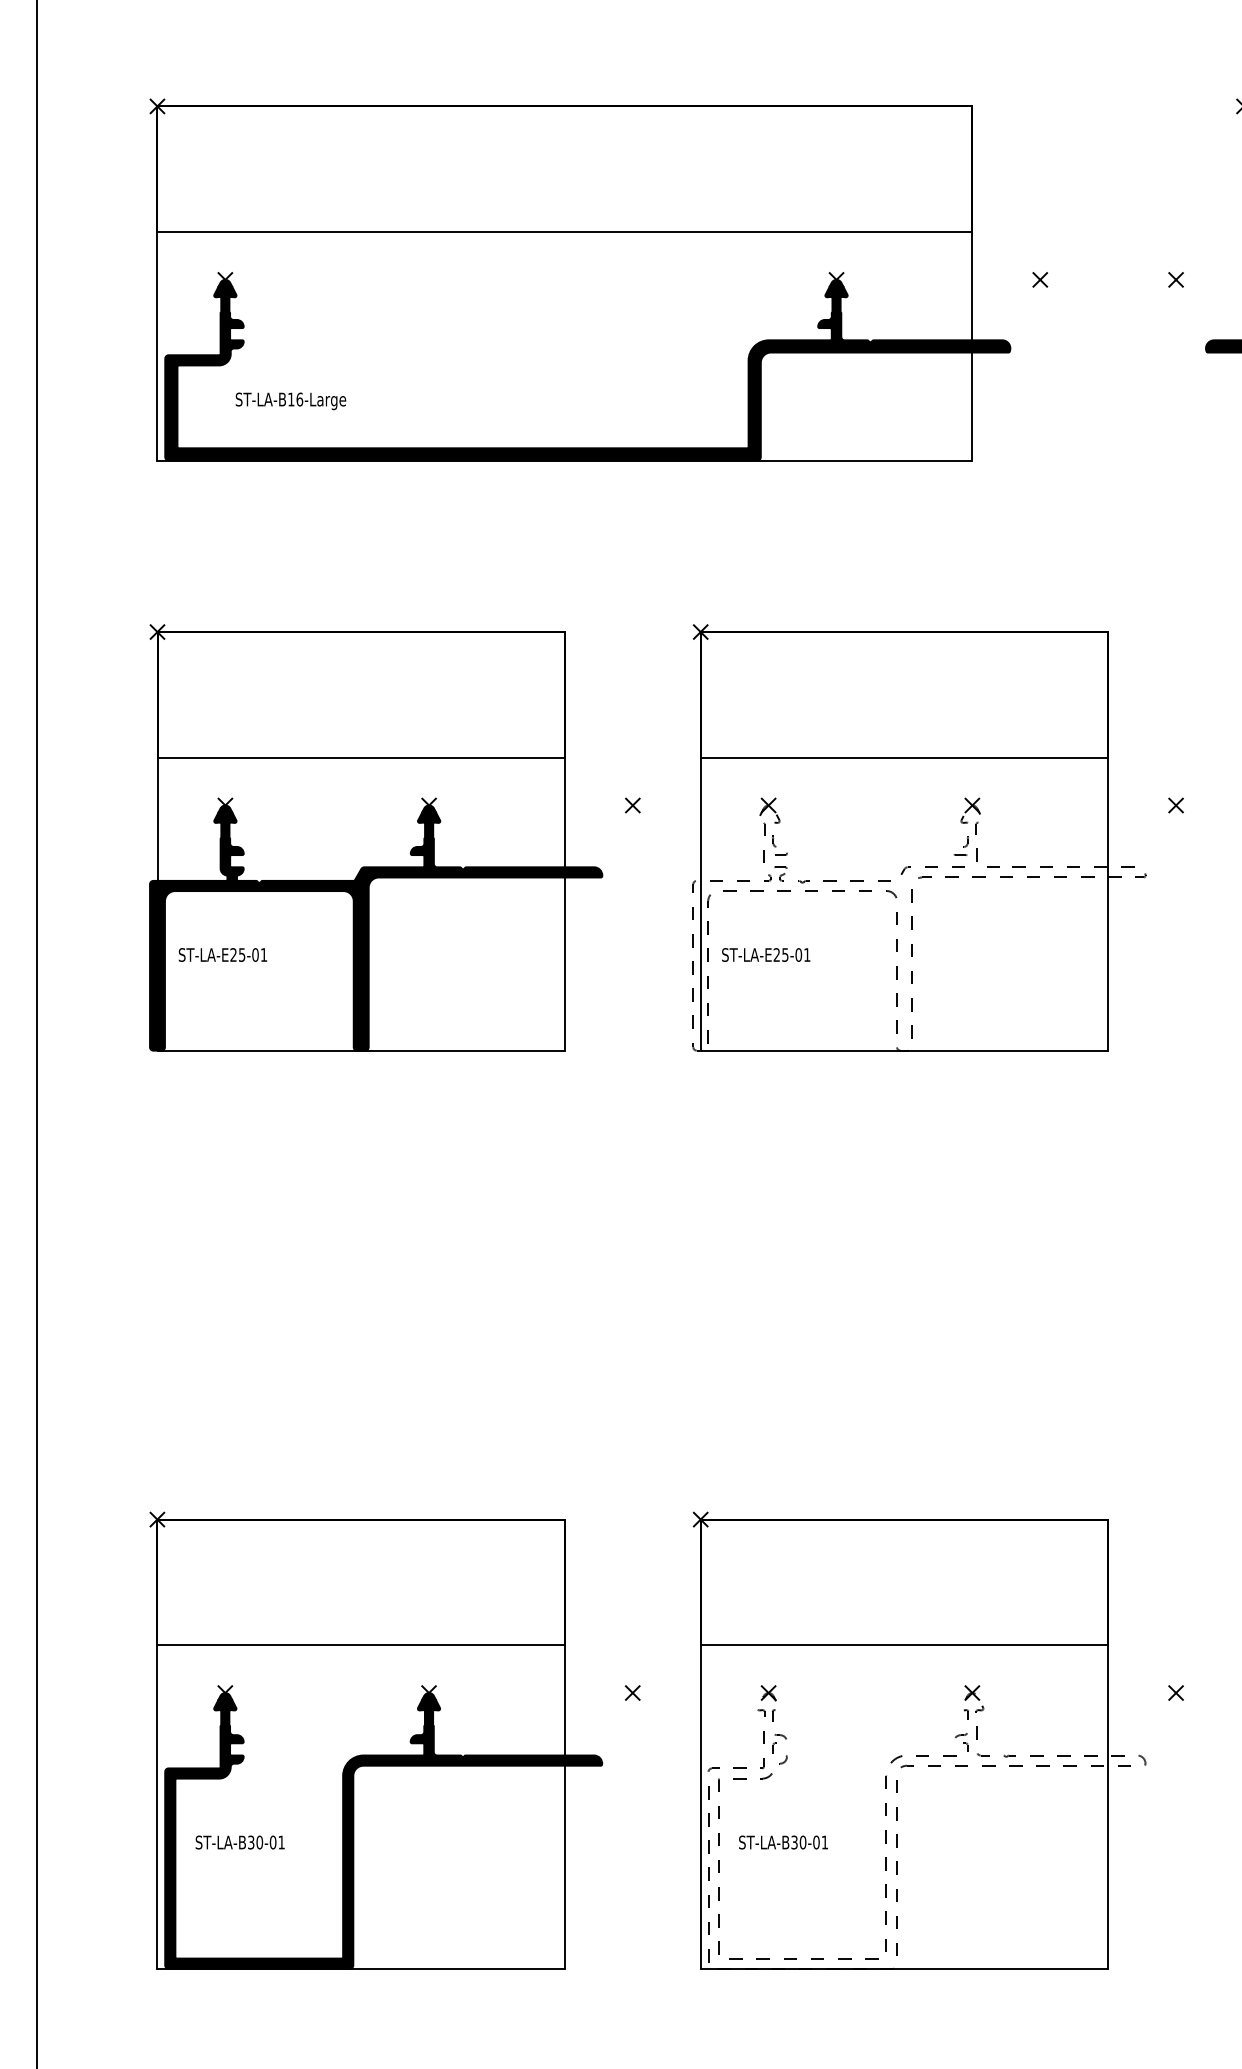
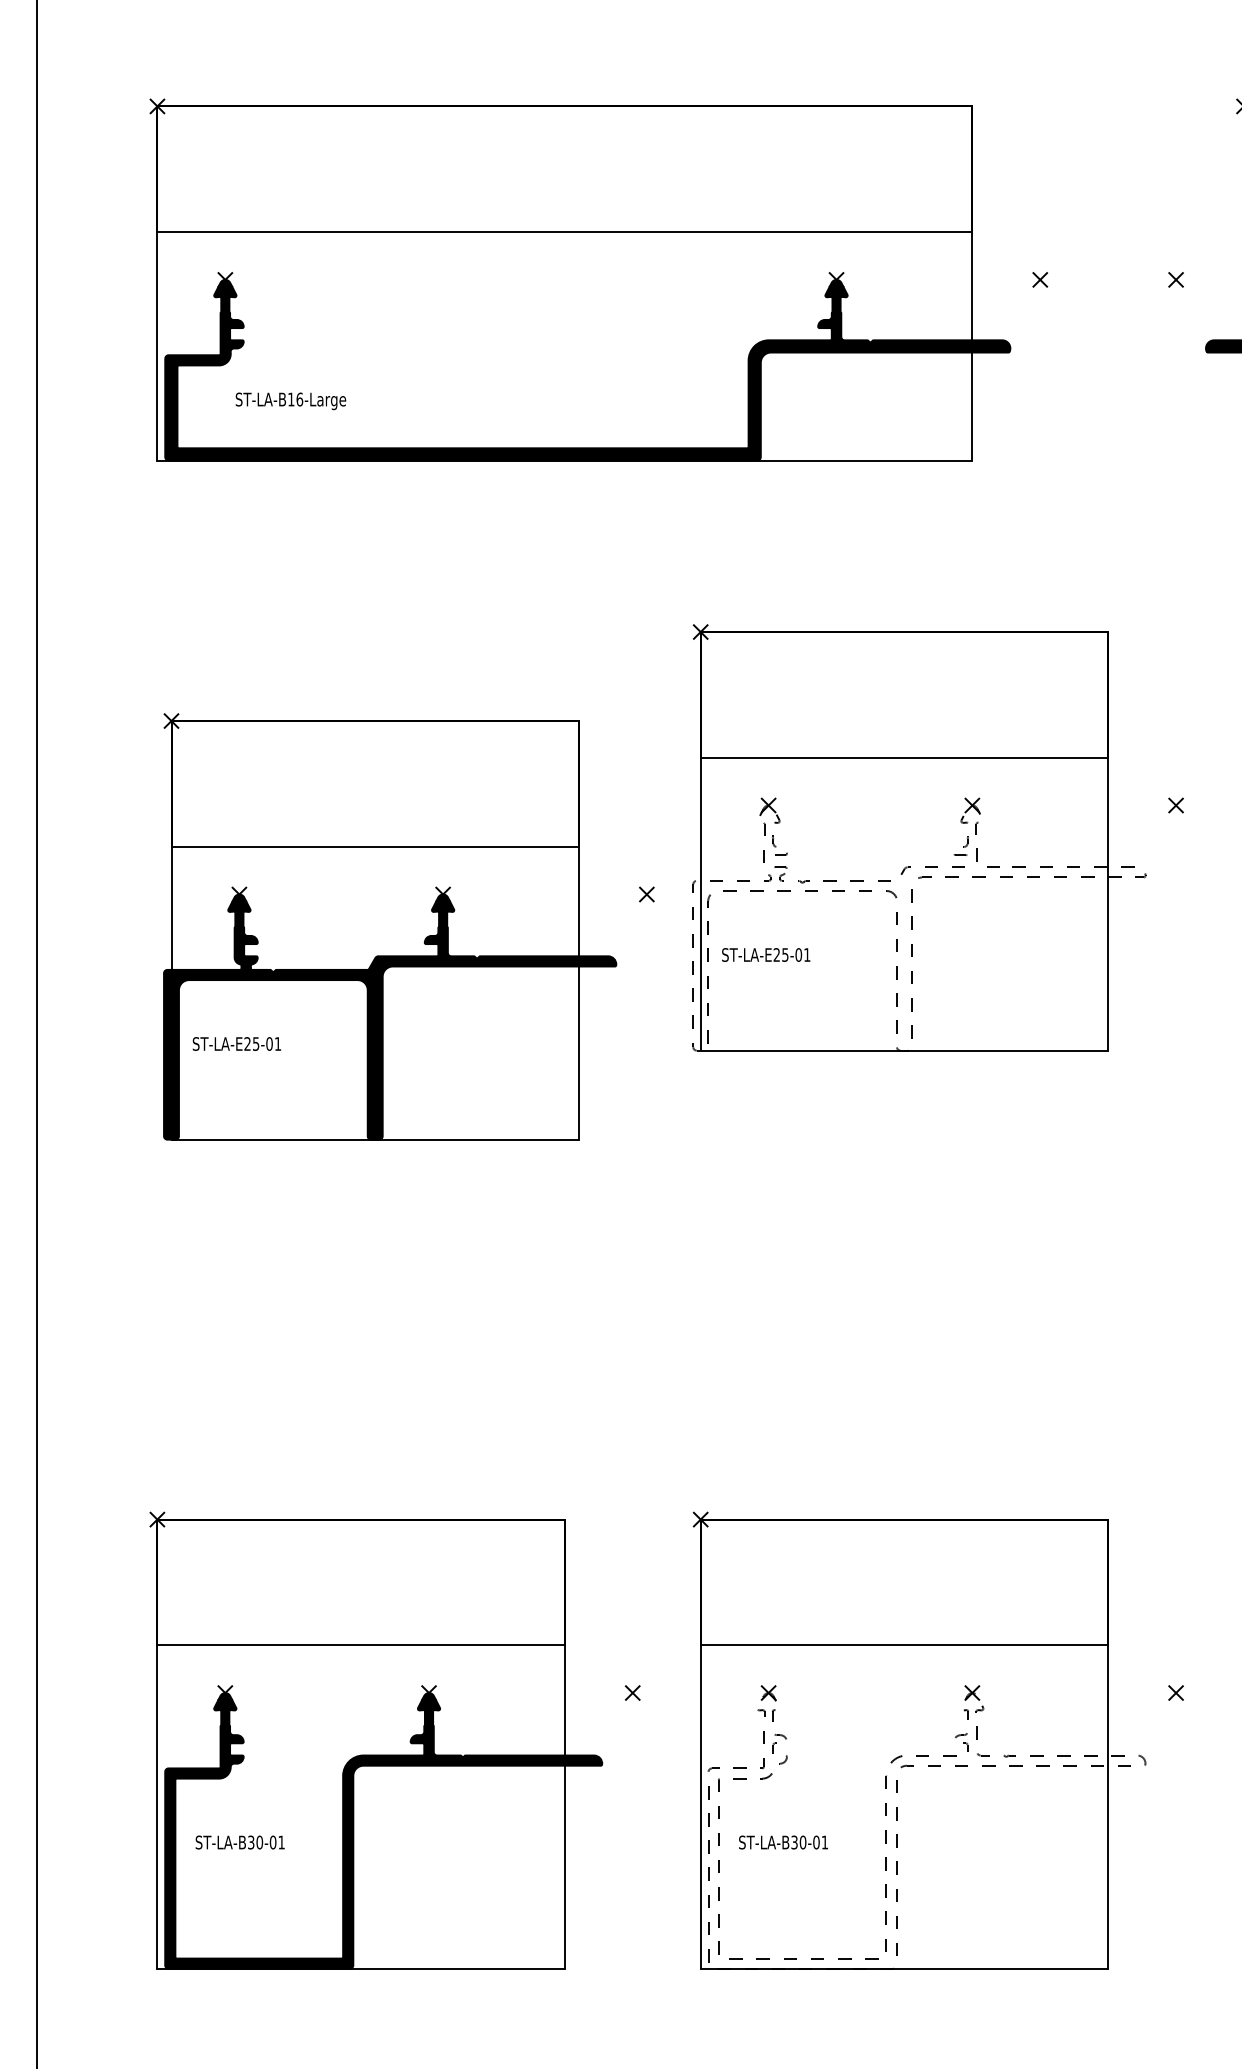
part at (394, 837) position: (394, 837) -> (408, 926)
